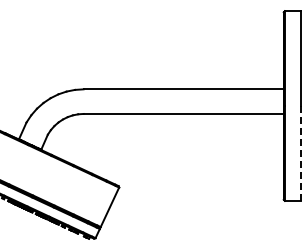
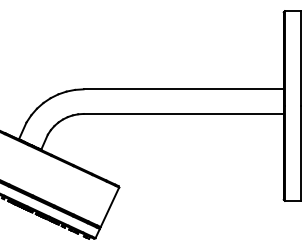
line at (300, 152): dashed -> solid
